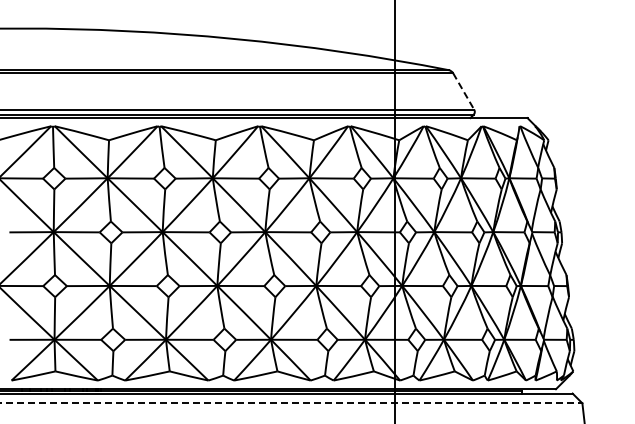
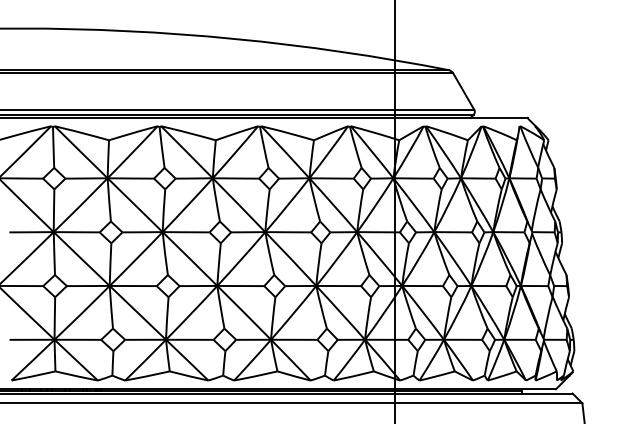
line at (463, 91): dashed -> solid
line at (291, 403): dashed -> solid
